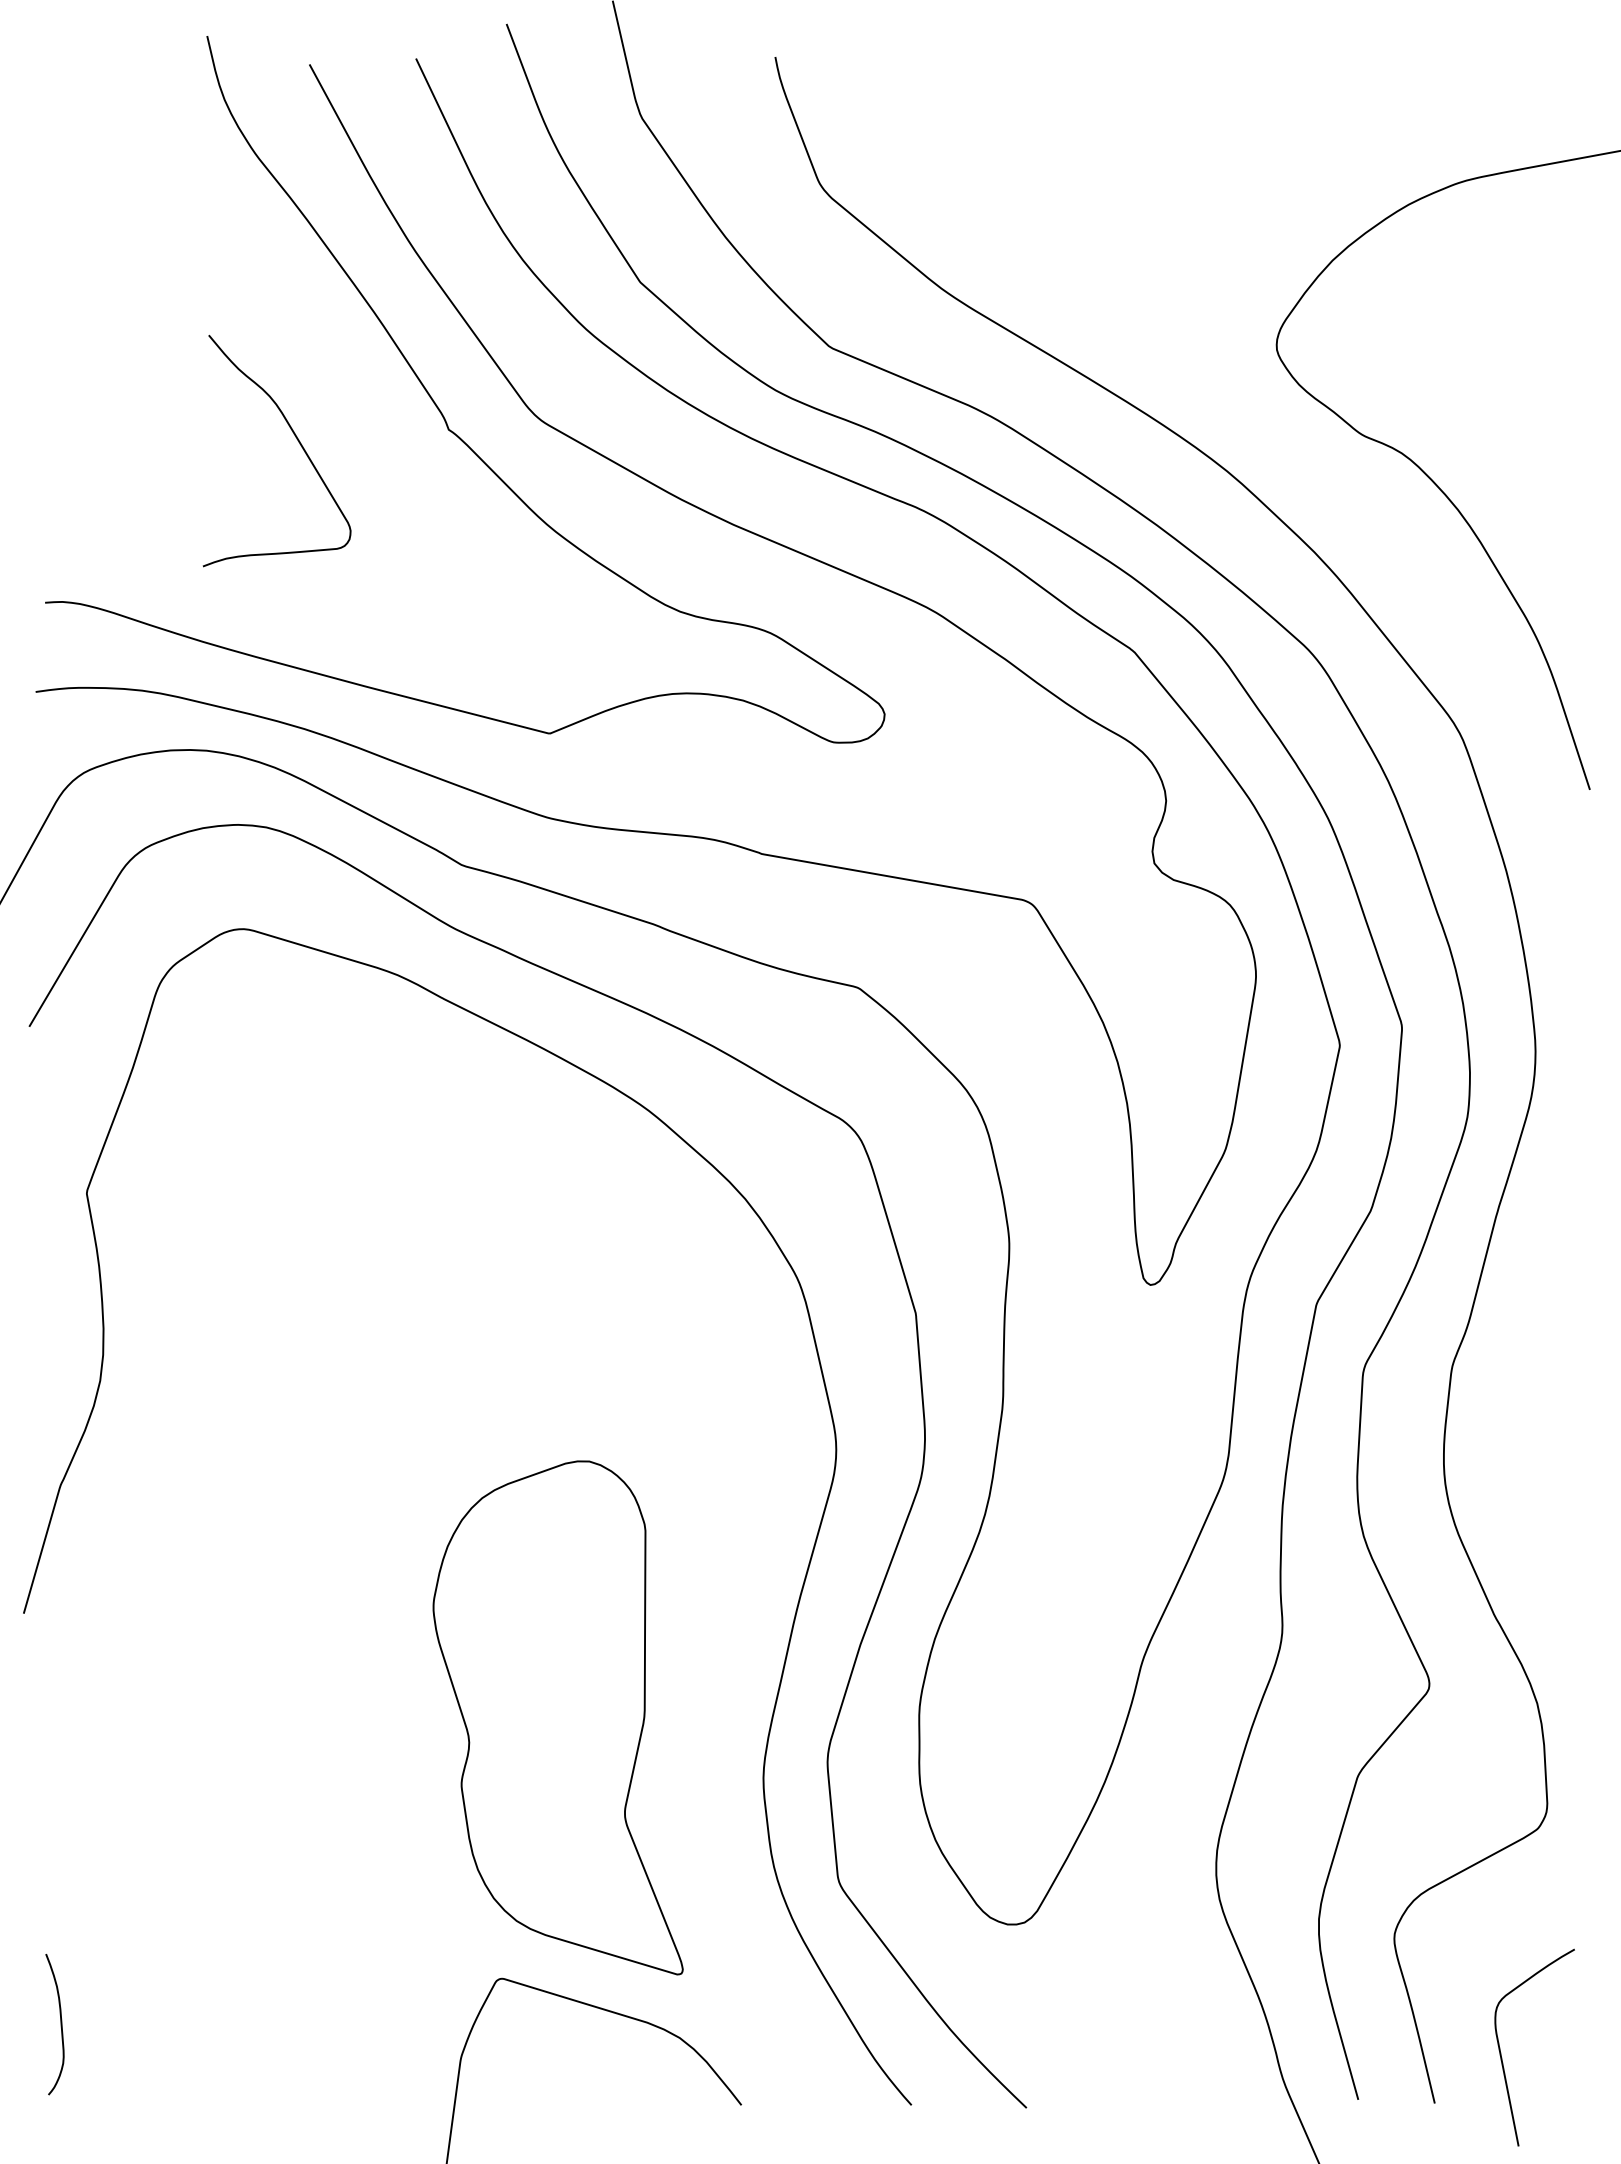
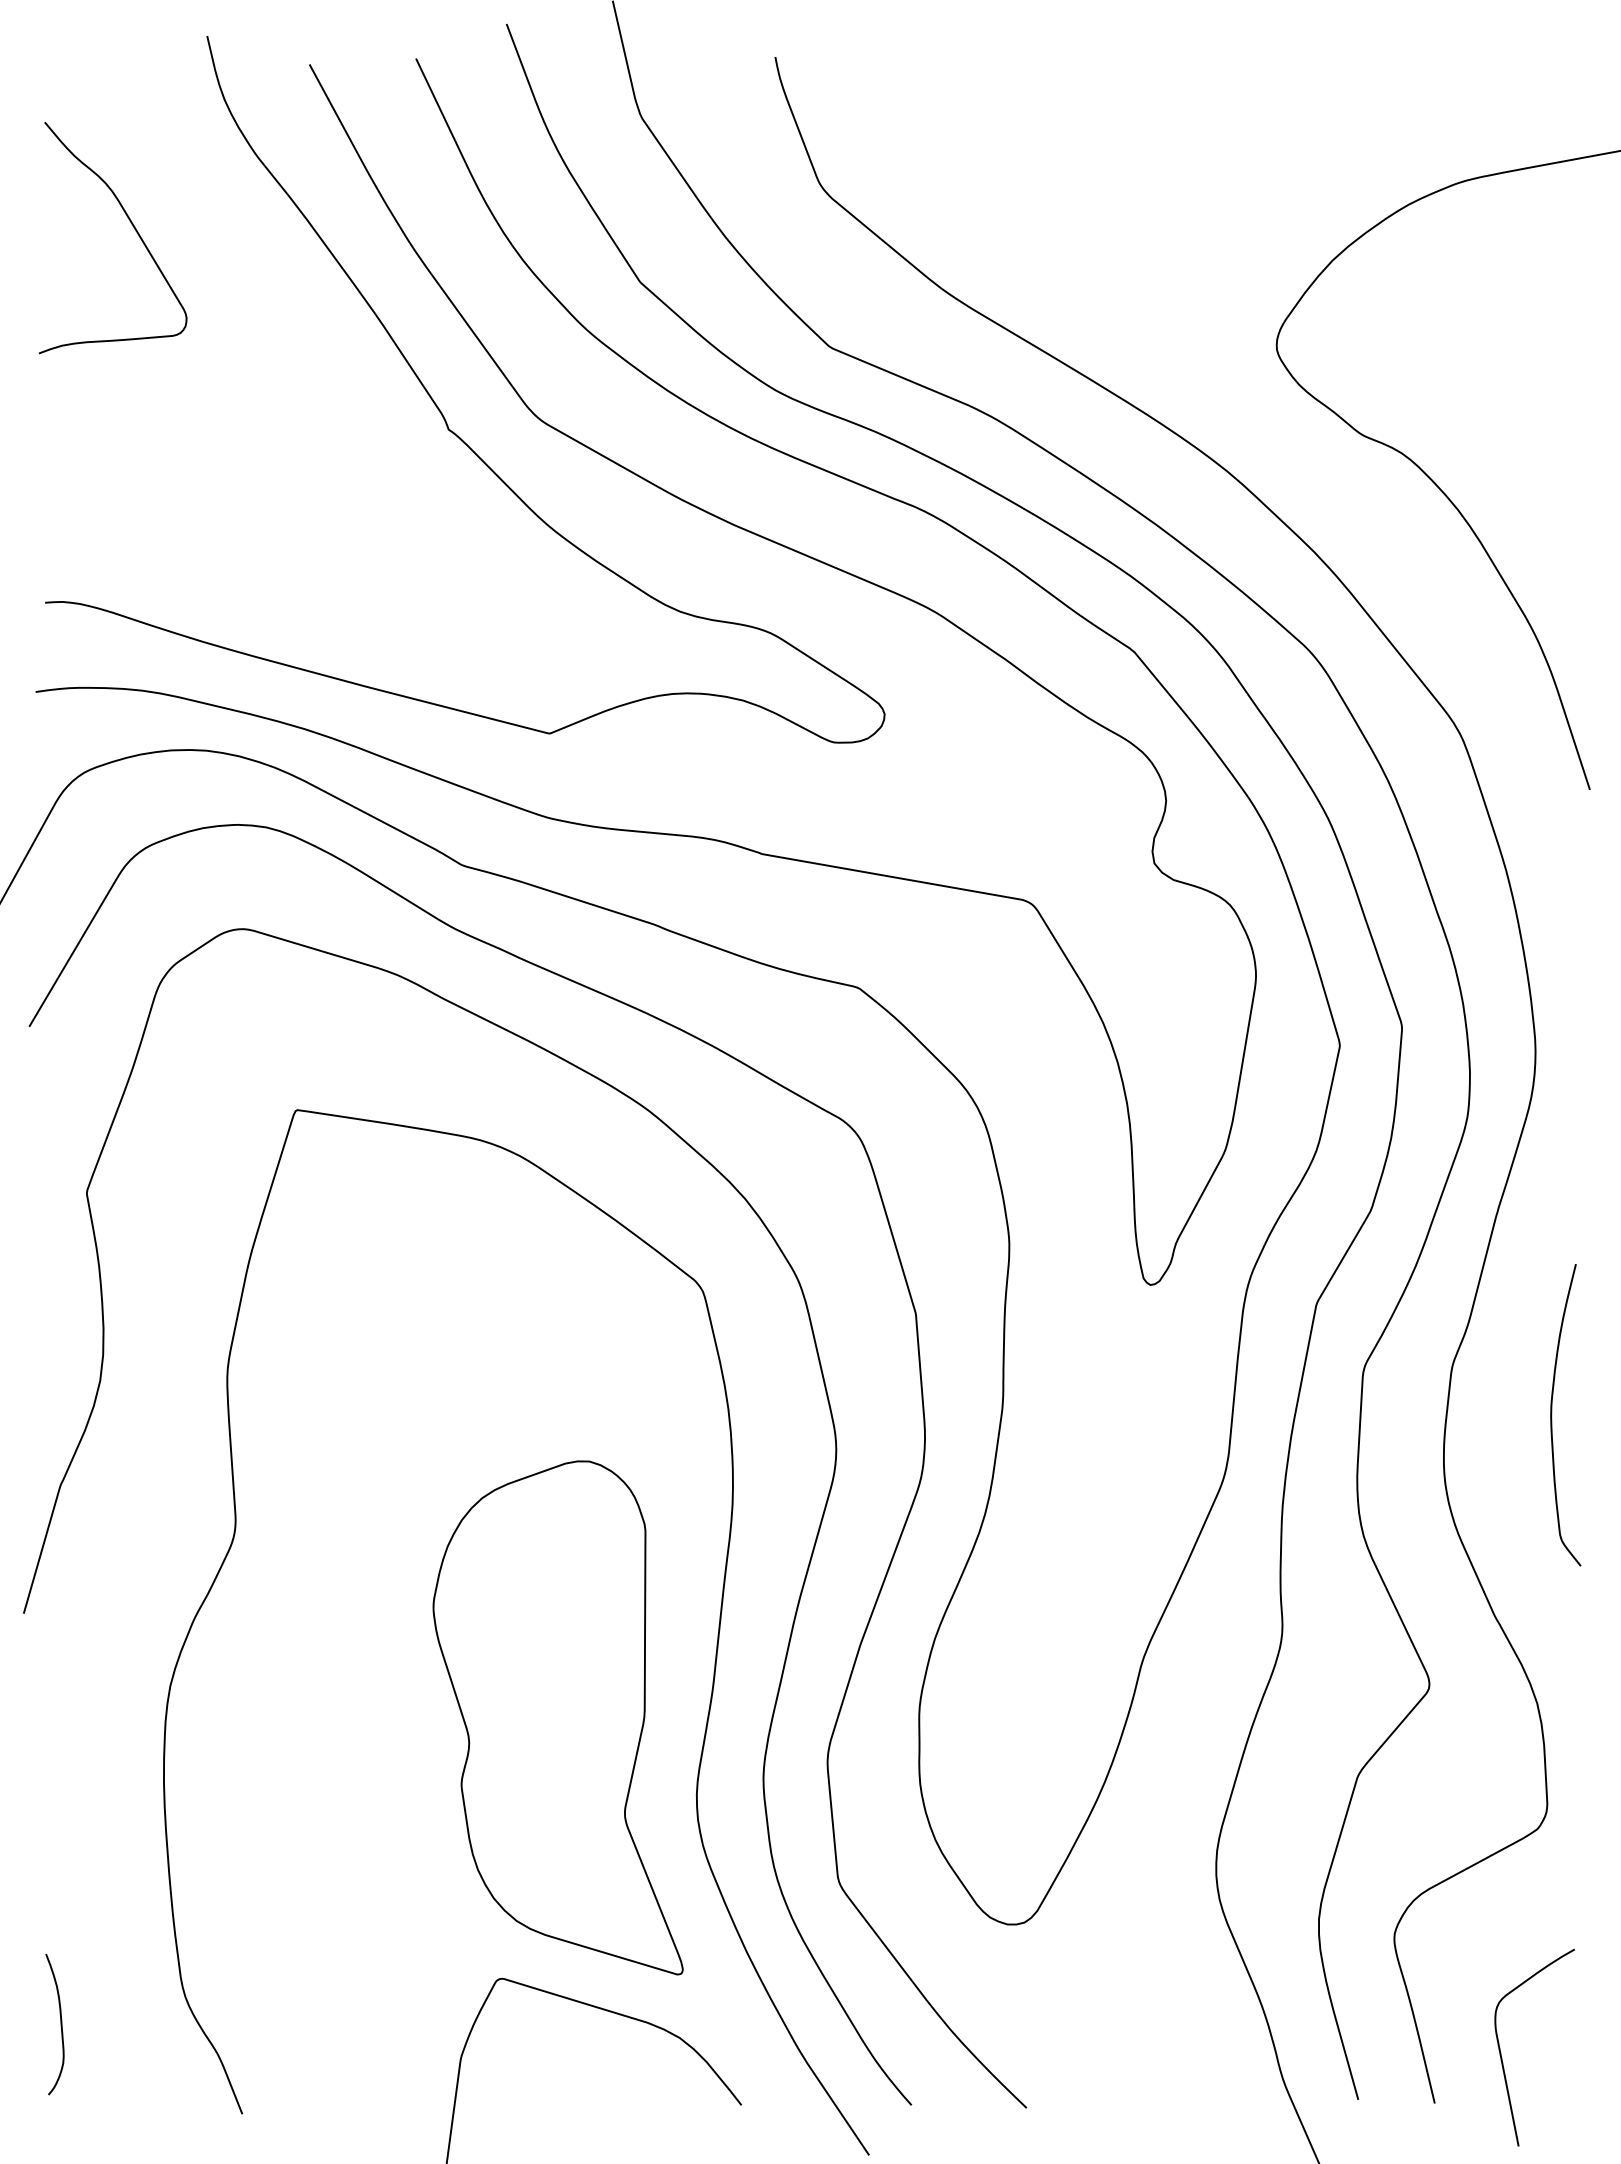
curve at (296, 439) position: (296, 439) -> (132, 226)
curve at (1552, 1414): none -> present
curve at (715, 1653): none -> present
